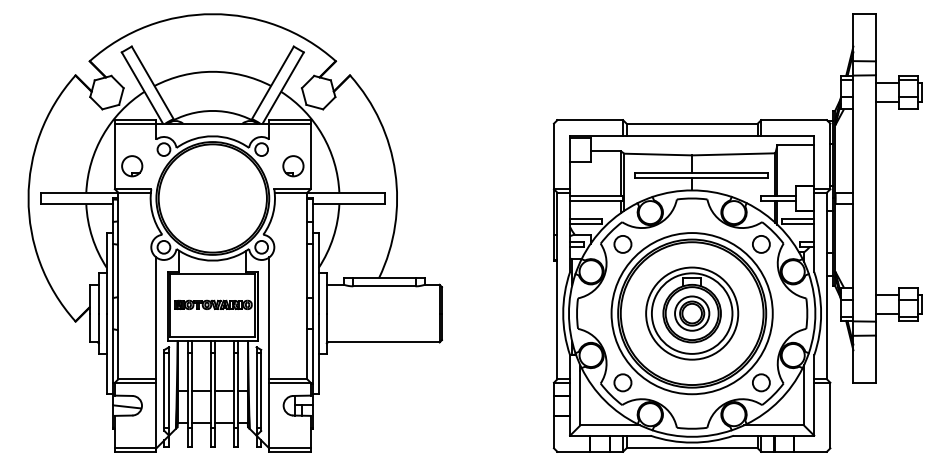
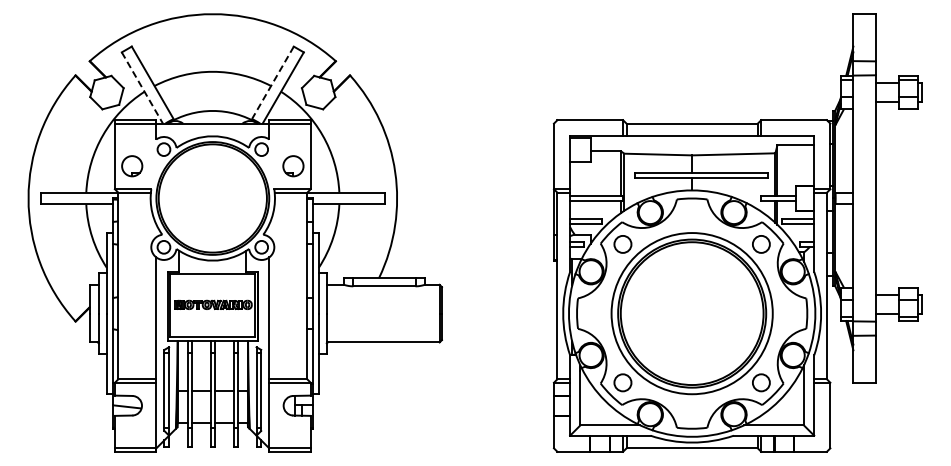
line at (272, 82): solid -> dashed
line at (142, 88): solid -> dashed
part at (692, 313): present -> none
